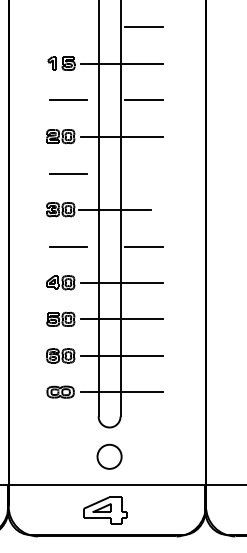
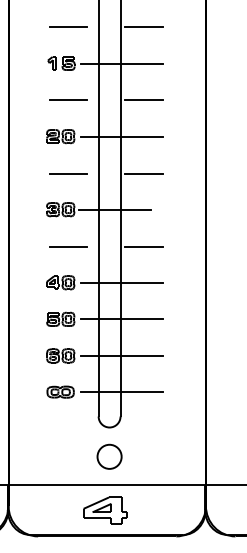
line at (68, 26): none -> present
line at (143, 173): none -> present
